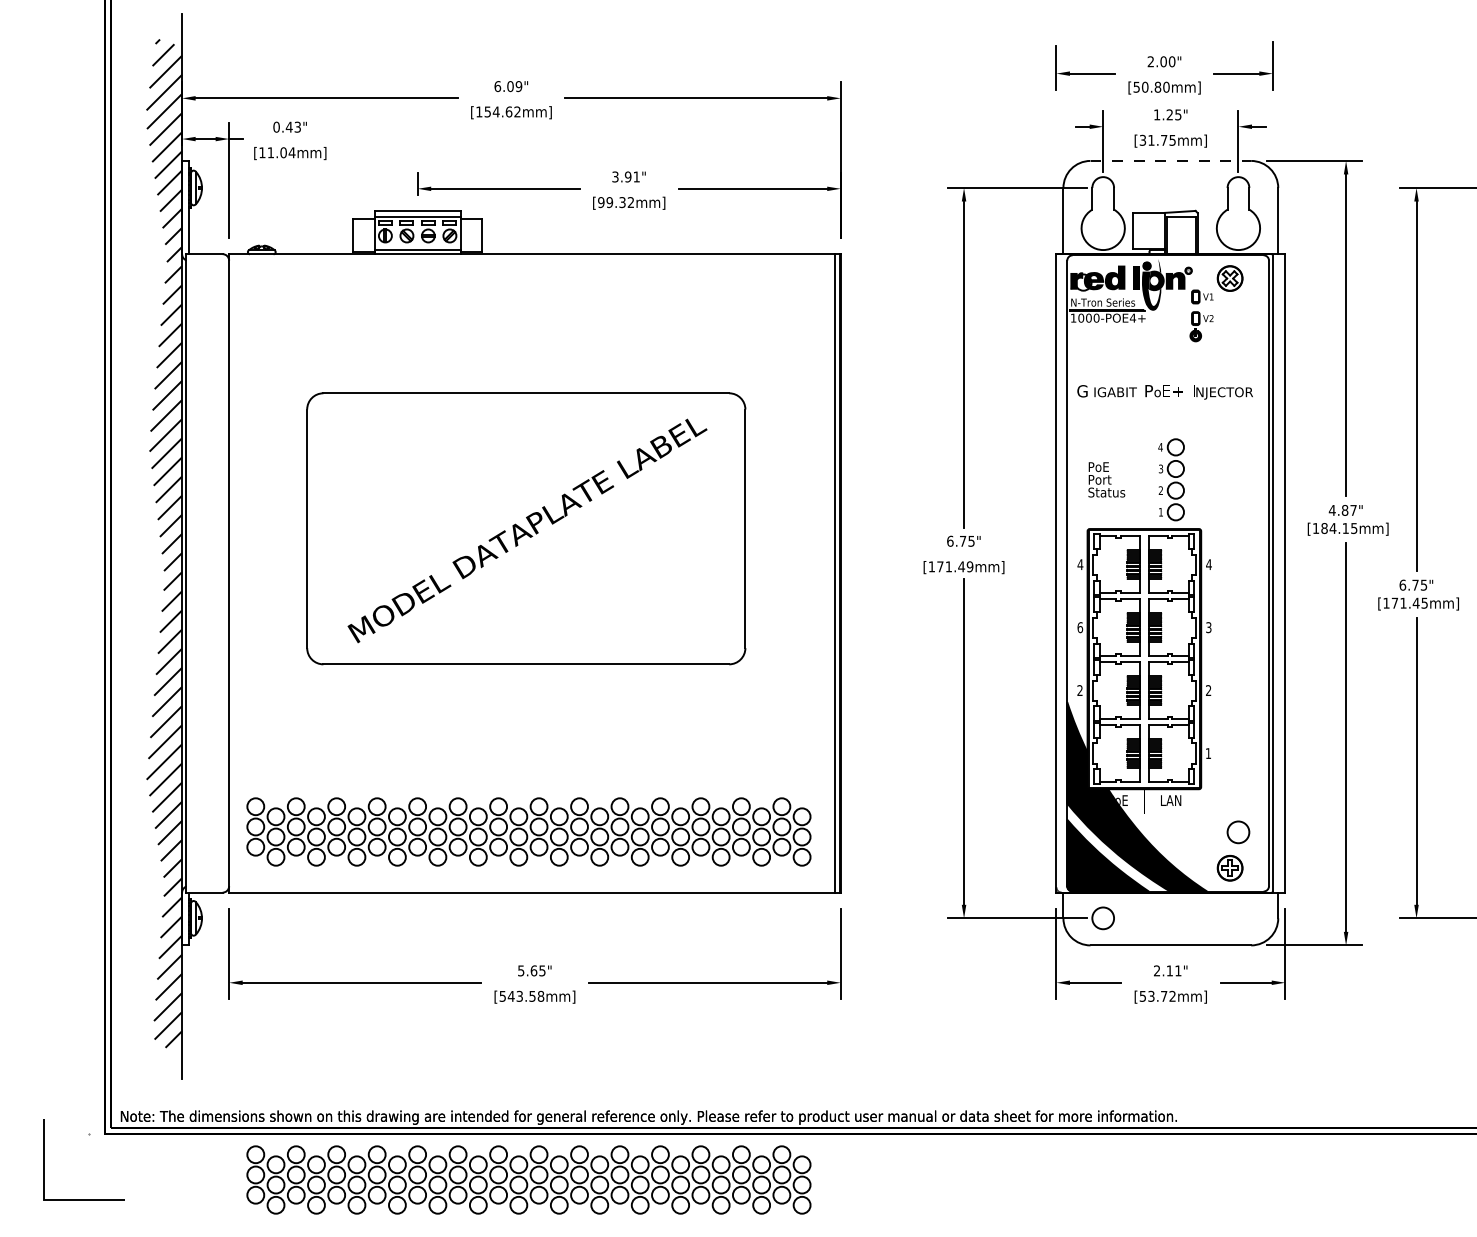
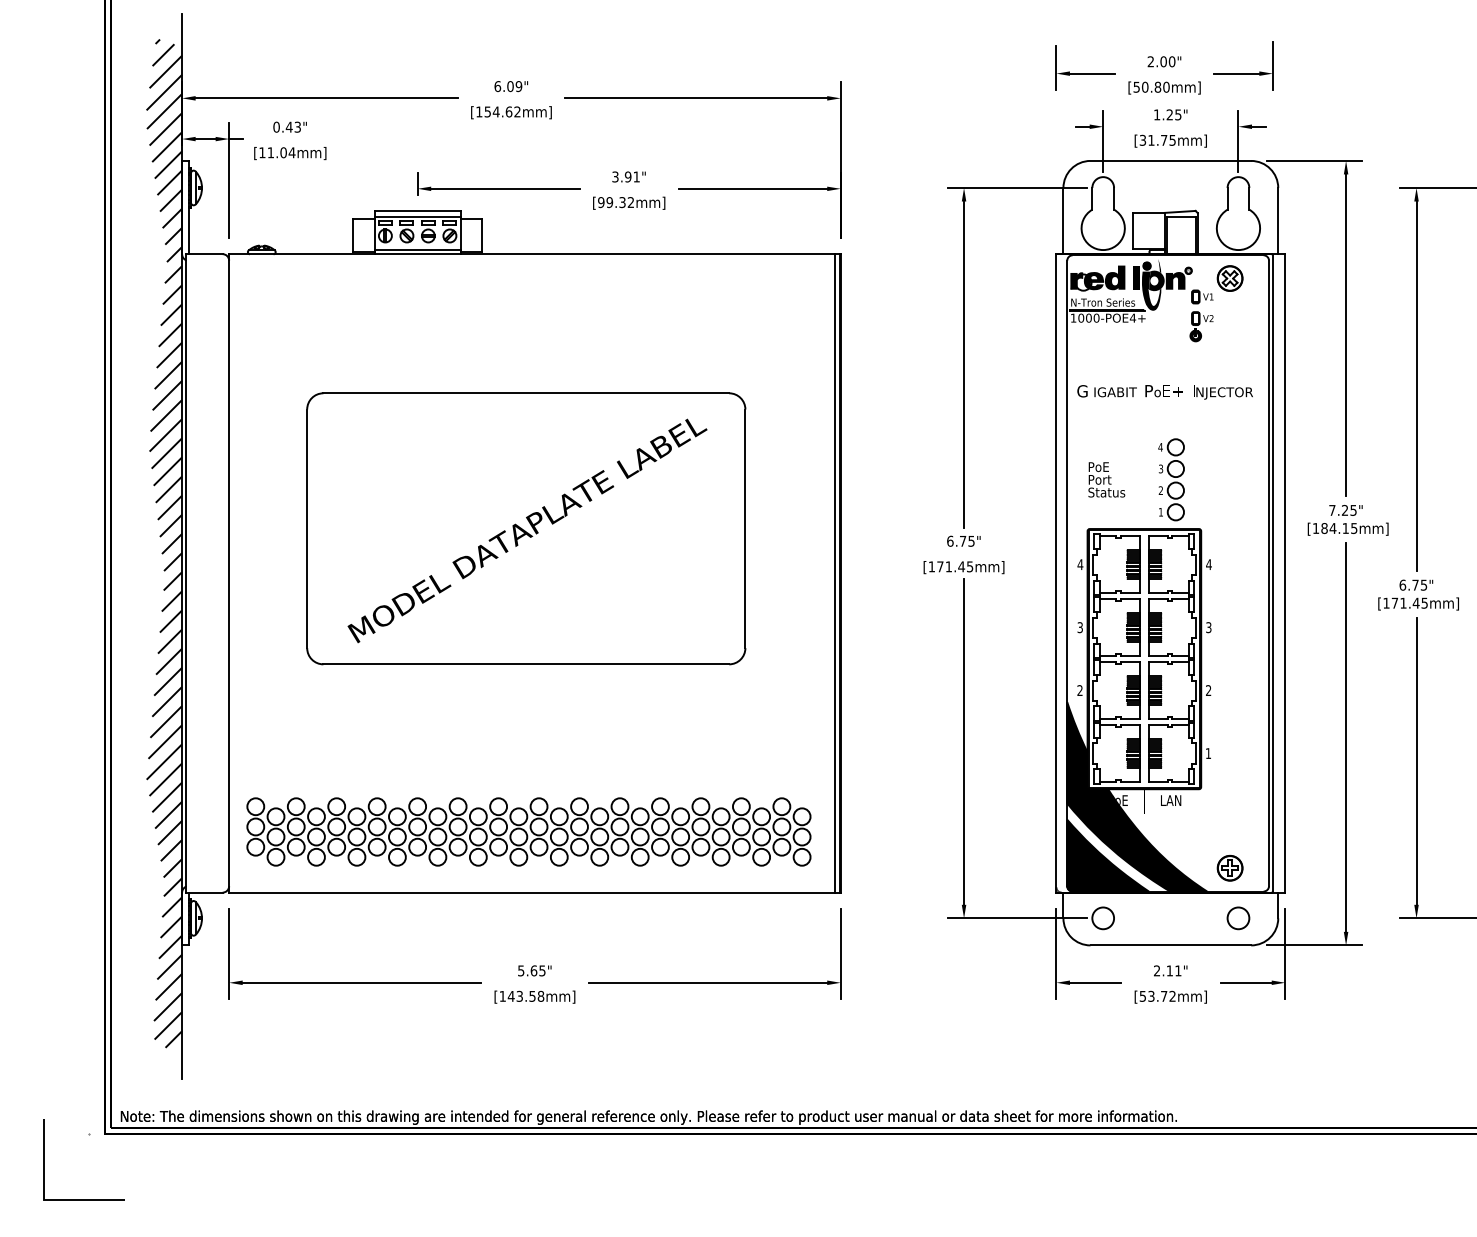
line at (1171, 160): dashed -> solid
text at (1342, 510): 4.87" -> 7.25"
text at (969, 566): [171.49mm] -> [171.45mm]
text at (1080, 627): 6 -> 3
circle at (1238, 832) position: (1238, 832) -> (1238, 918)
text at (502, 996): [543.58mm] -> [143.58mm]
part at (528, 1179): present -> none
